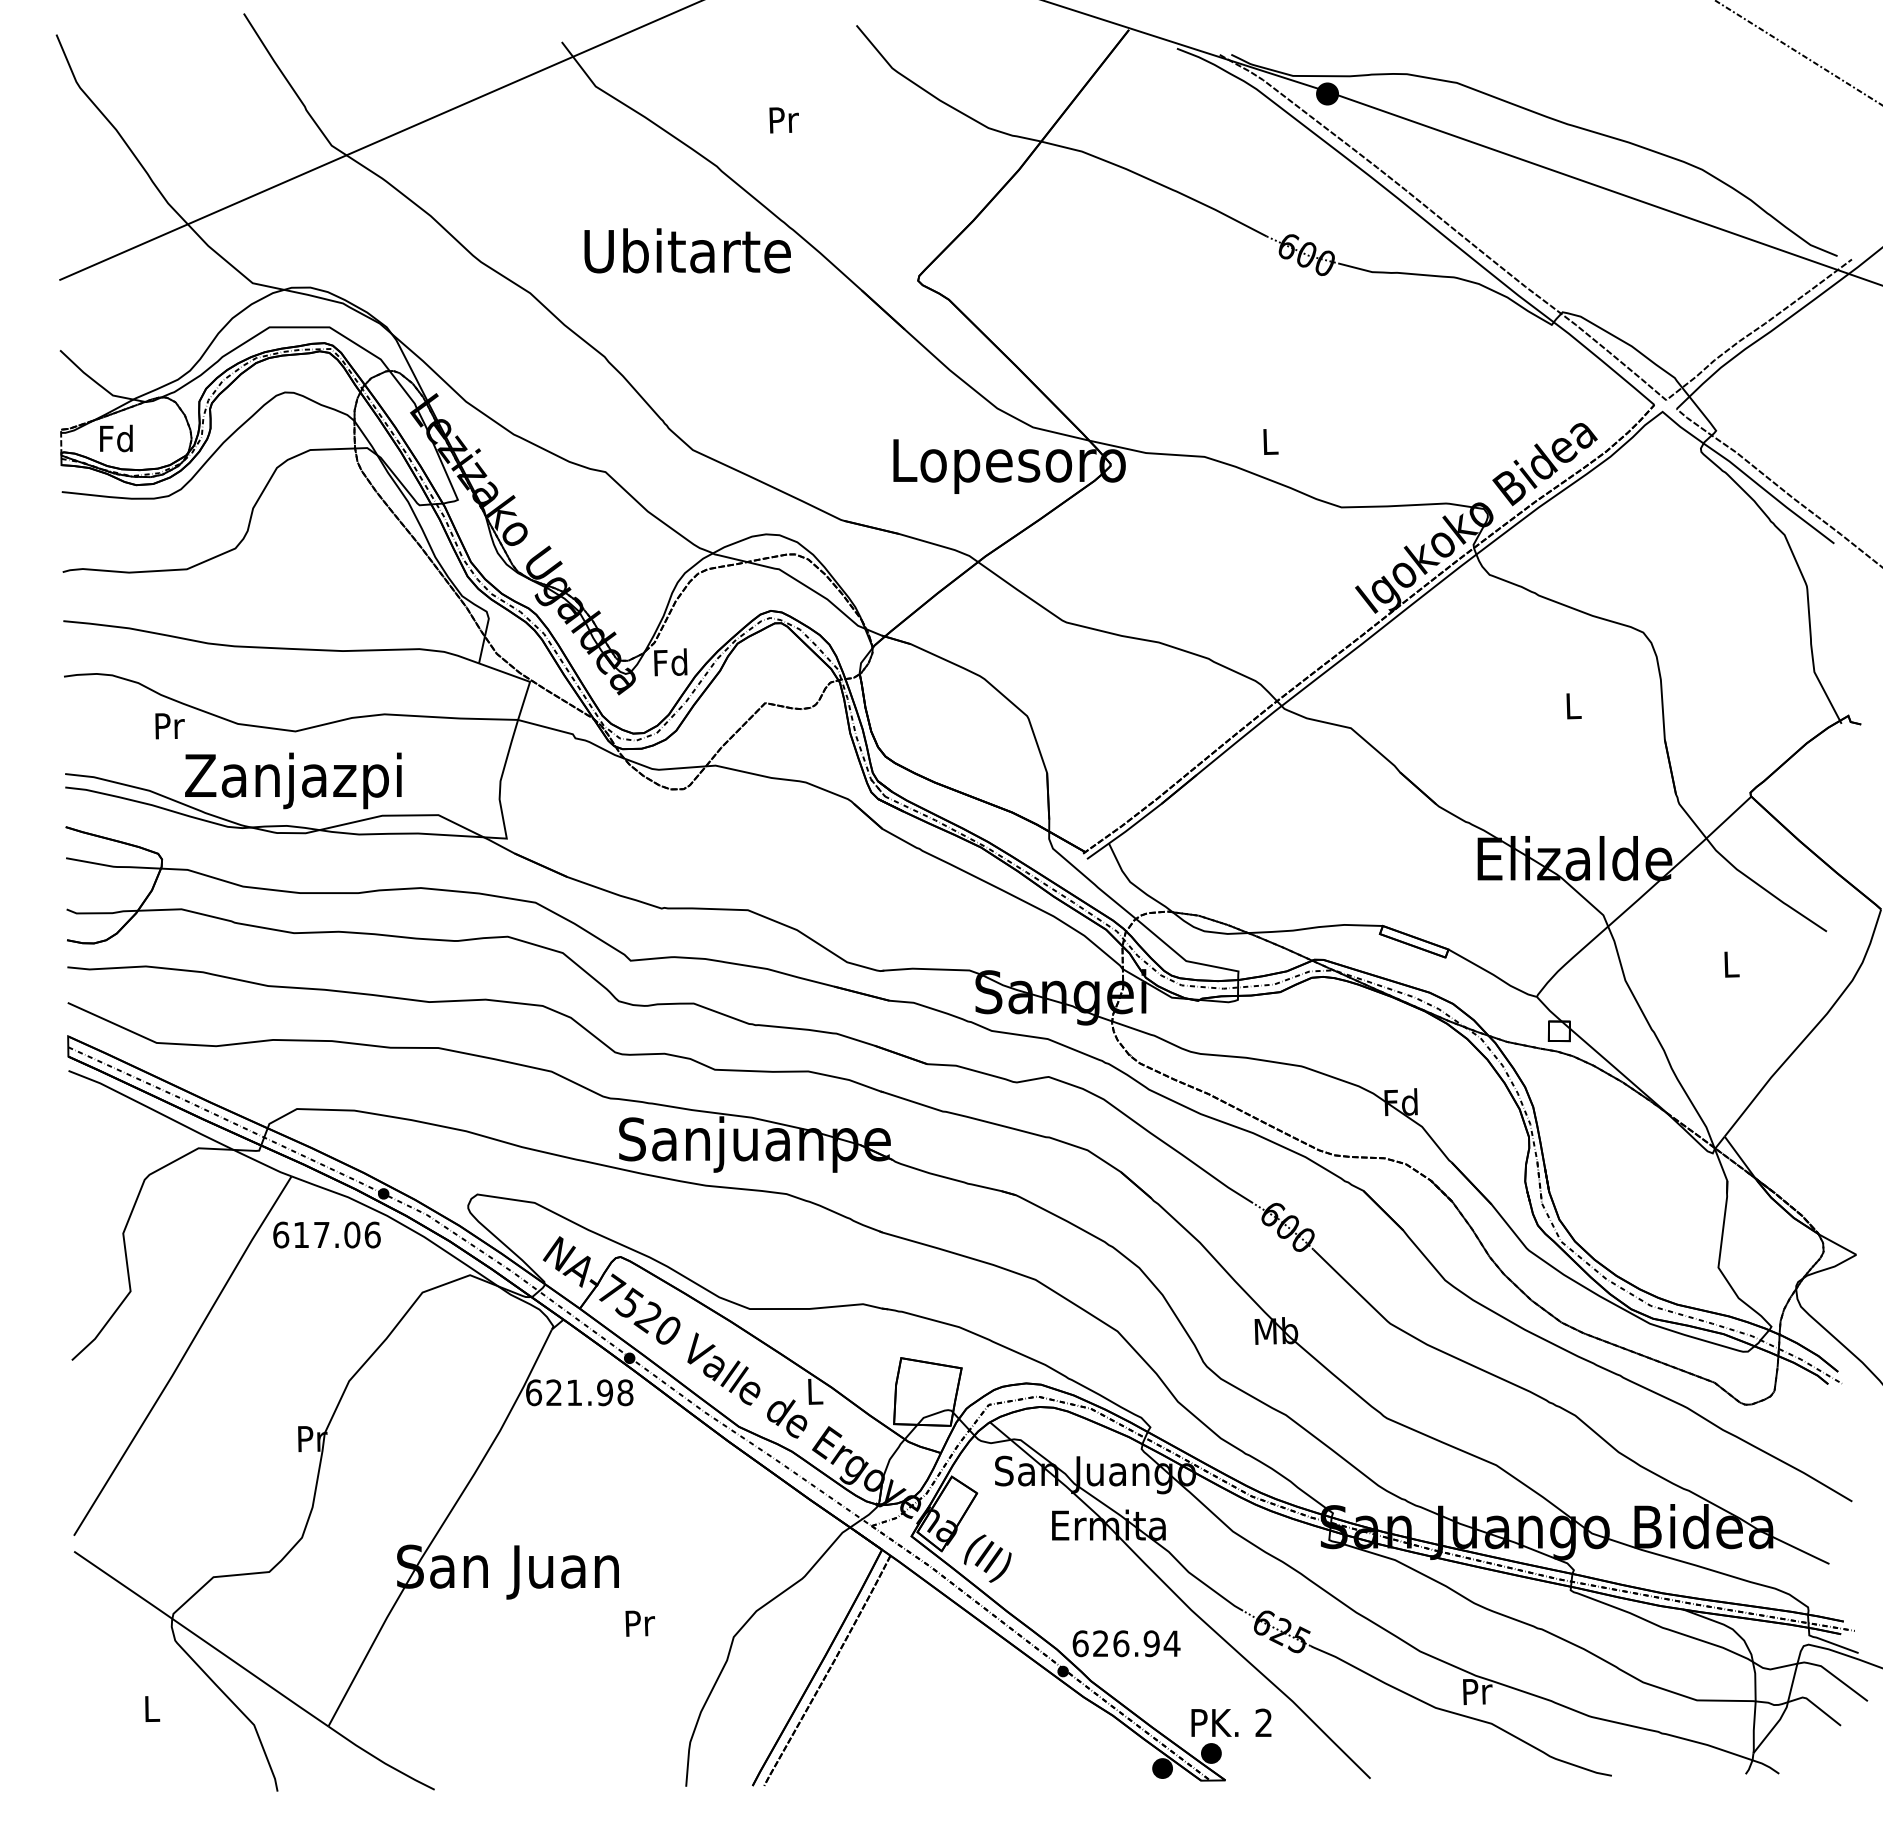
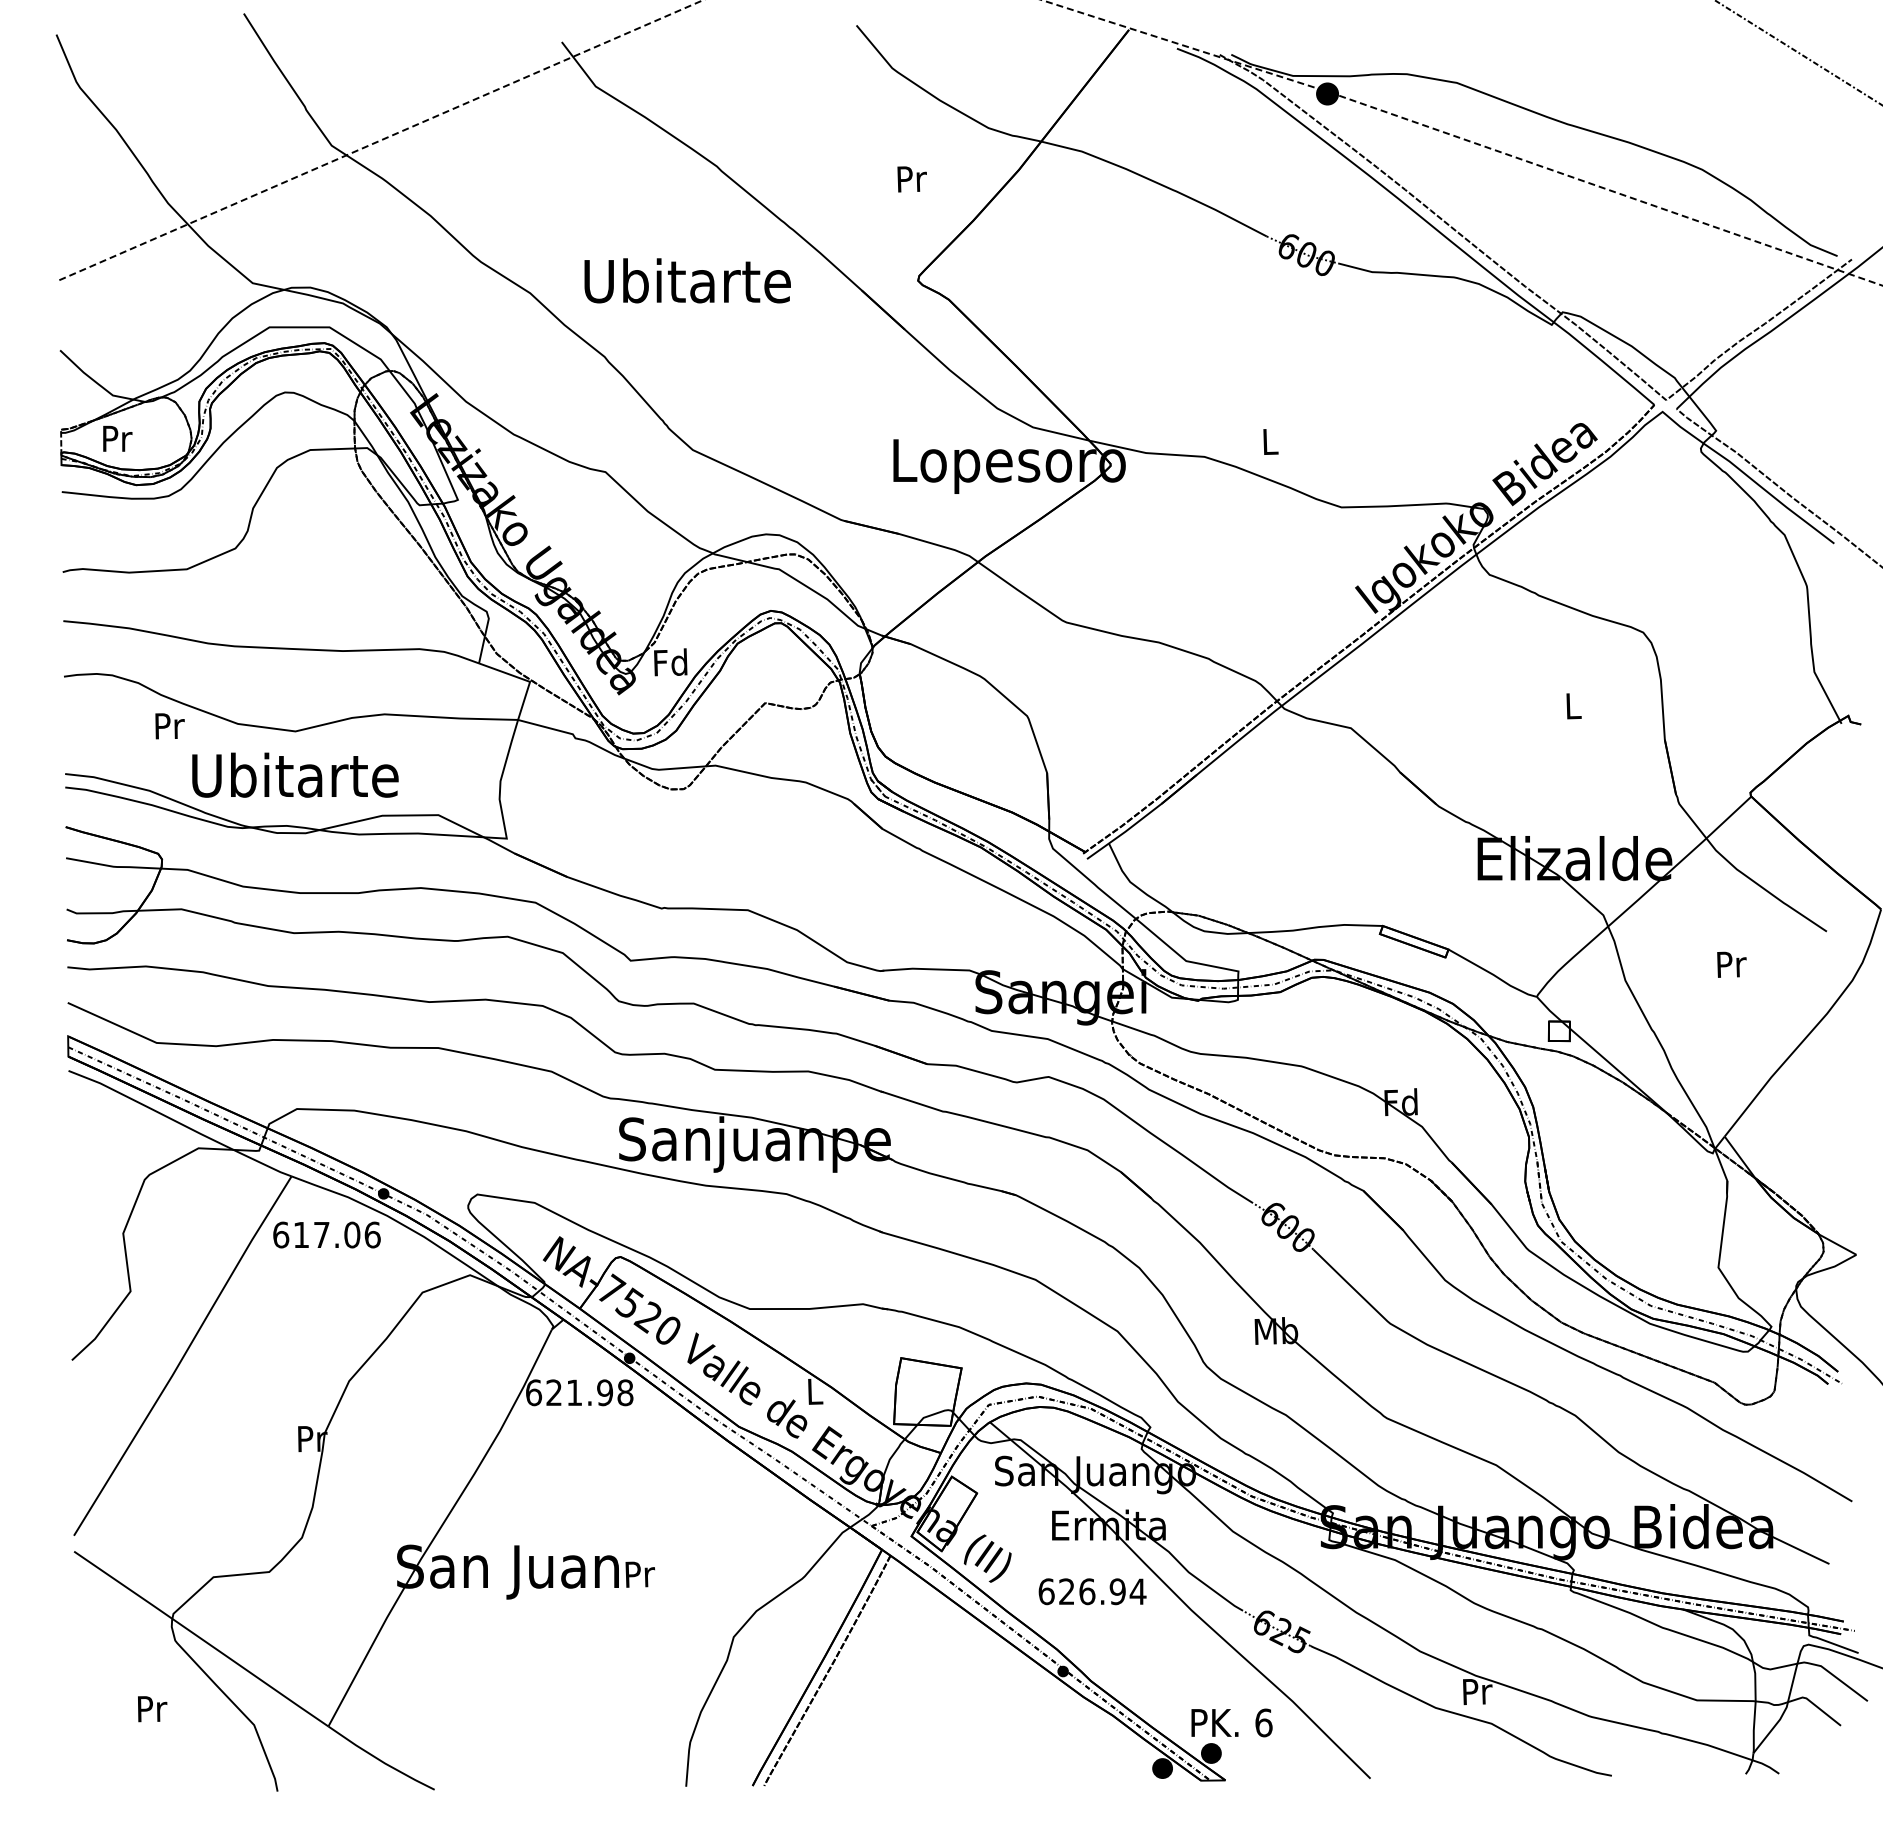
text at (783, 120) position: (783, 120) -> (911, 179)
line at (1463, 139): solid -> dashed
line at (381, 140): solid -> dashed
text at (687, 250) position: (687, 250) -> (687, 280)
text at (116, 438): Fd -> Pr
text at (293, 780): Zanjazpi -> Ubitarte
text at (1731, 964): L -> Pr
text at (639, 1623) position: (639, 1623) -> (639, 1574)
text at (1126, 1643) position: (1126, 1643) -> (1092, 1591)
text at (152, 1709): L -> Pr
text at (1263, 1722): 2 -> 6
